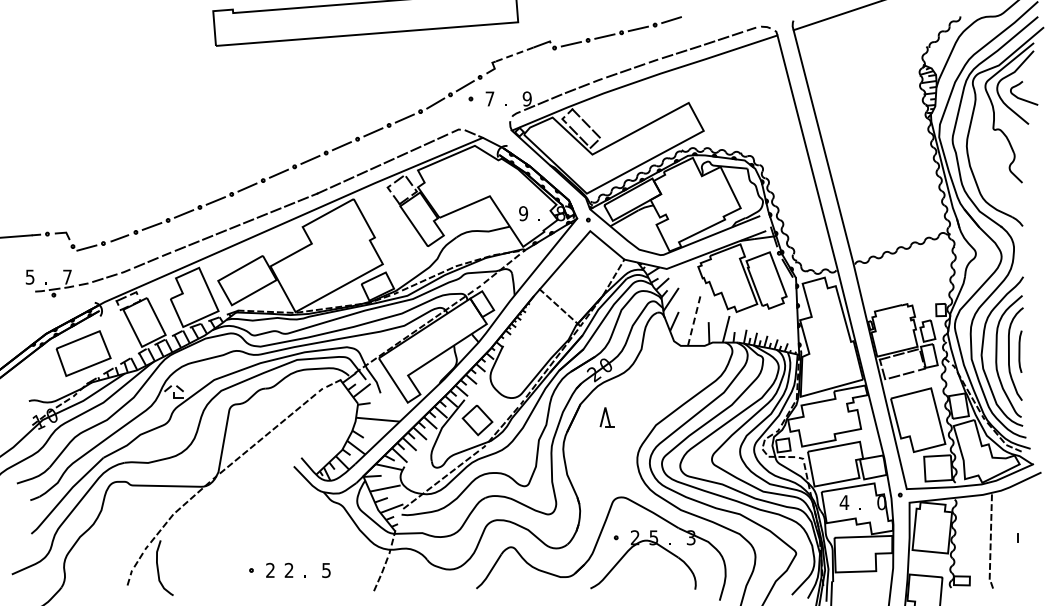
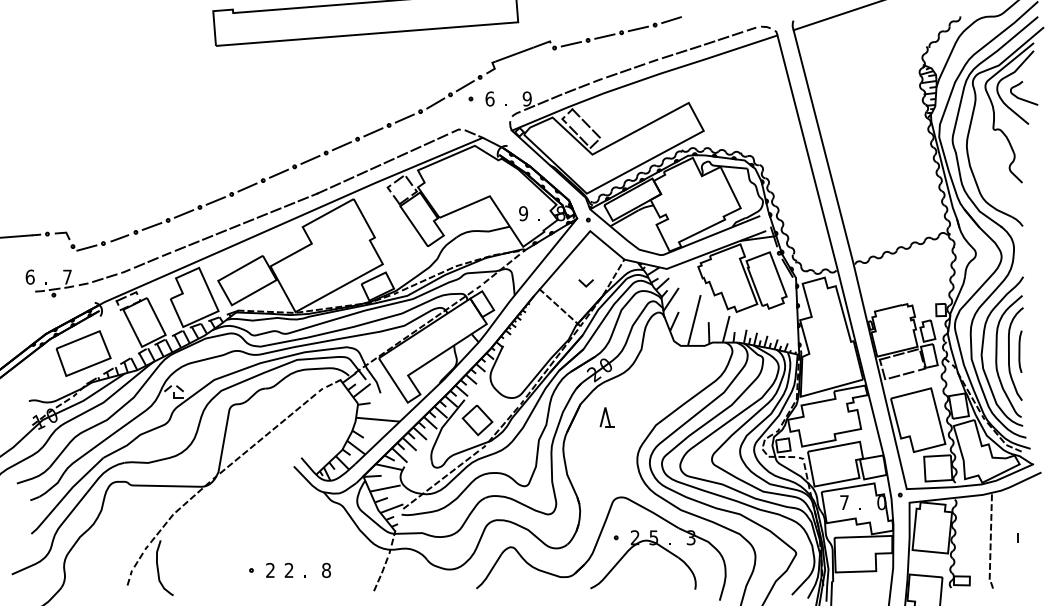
line at (514, 54): dashed -> solid
text at (489, 98): 7 -> 6
text at (29, 276): 5 -> 6
line at (584, 283): none -> present
line at (694, 320): dashed -> solid
text at (844, 502): 4 -> 7
text at (326, 569): 5 -> 8
